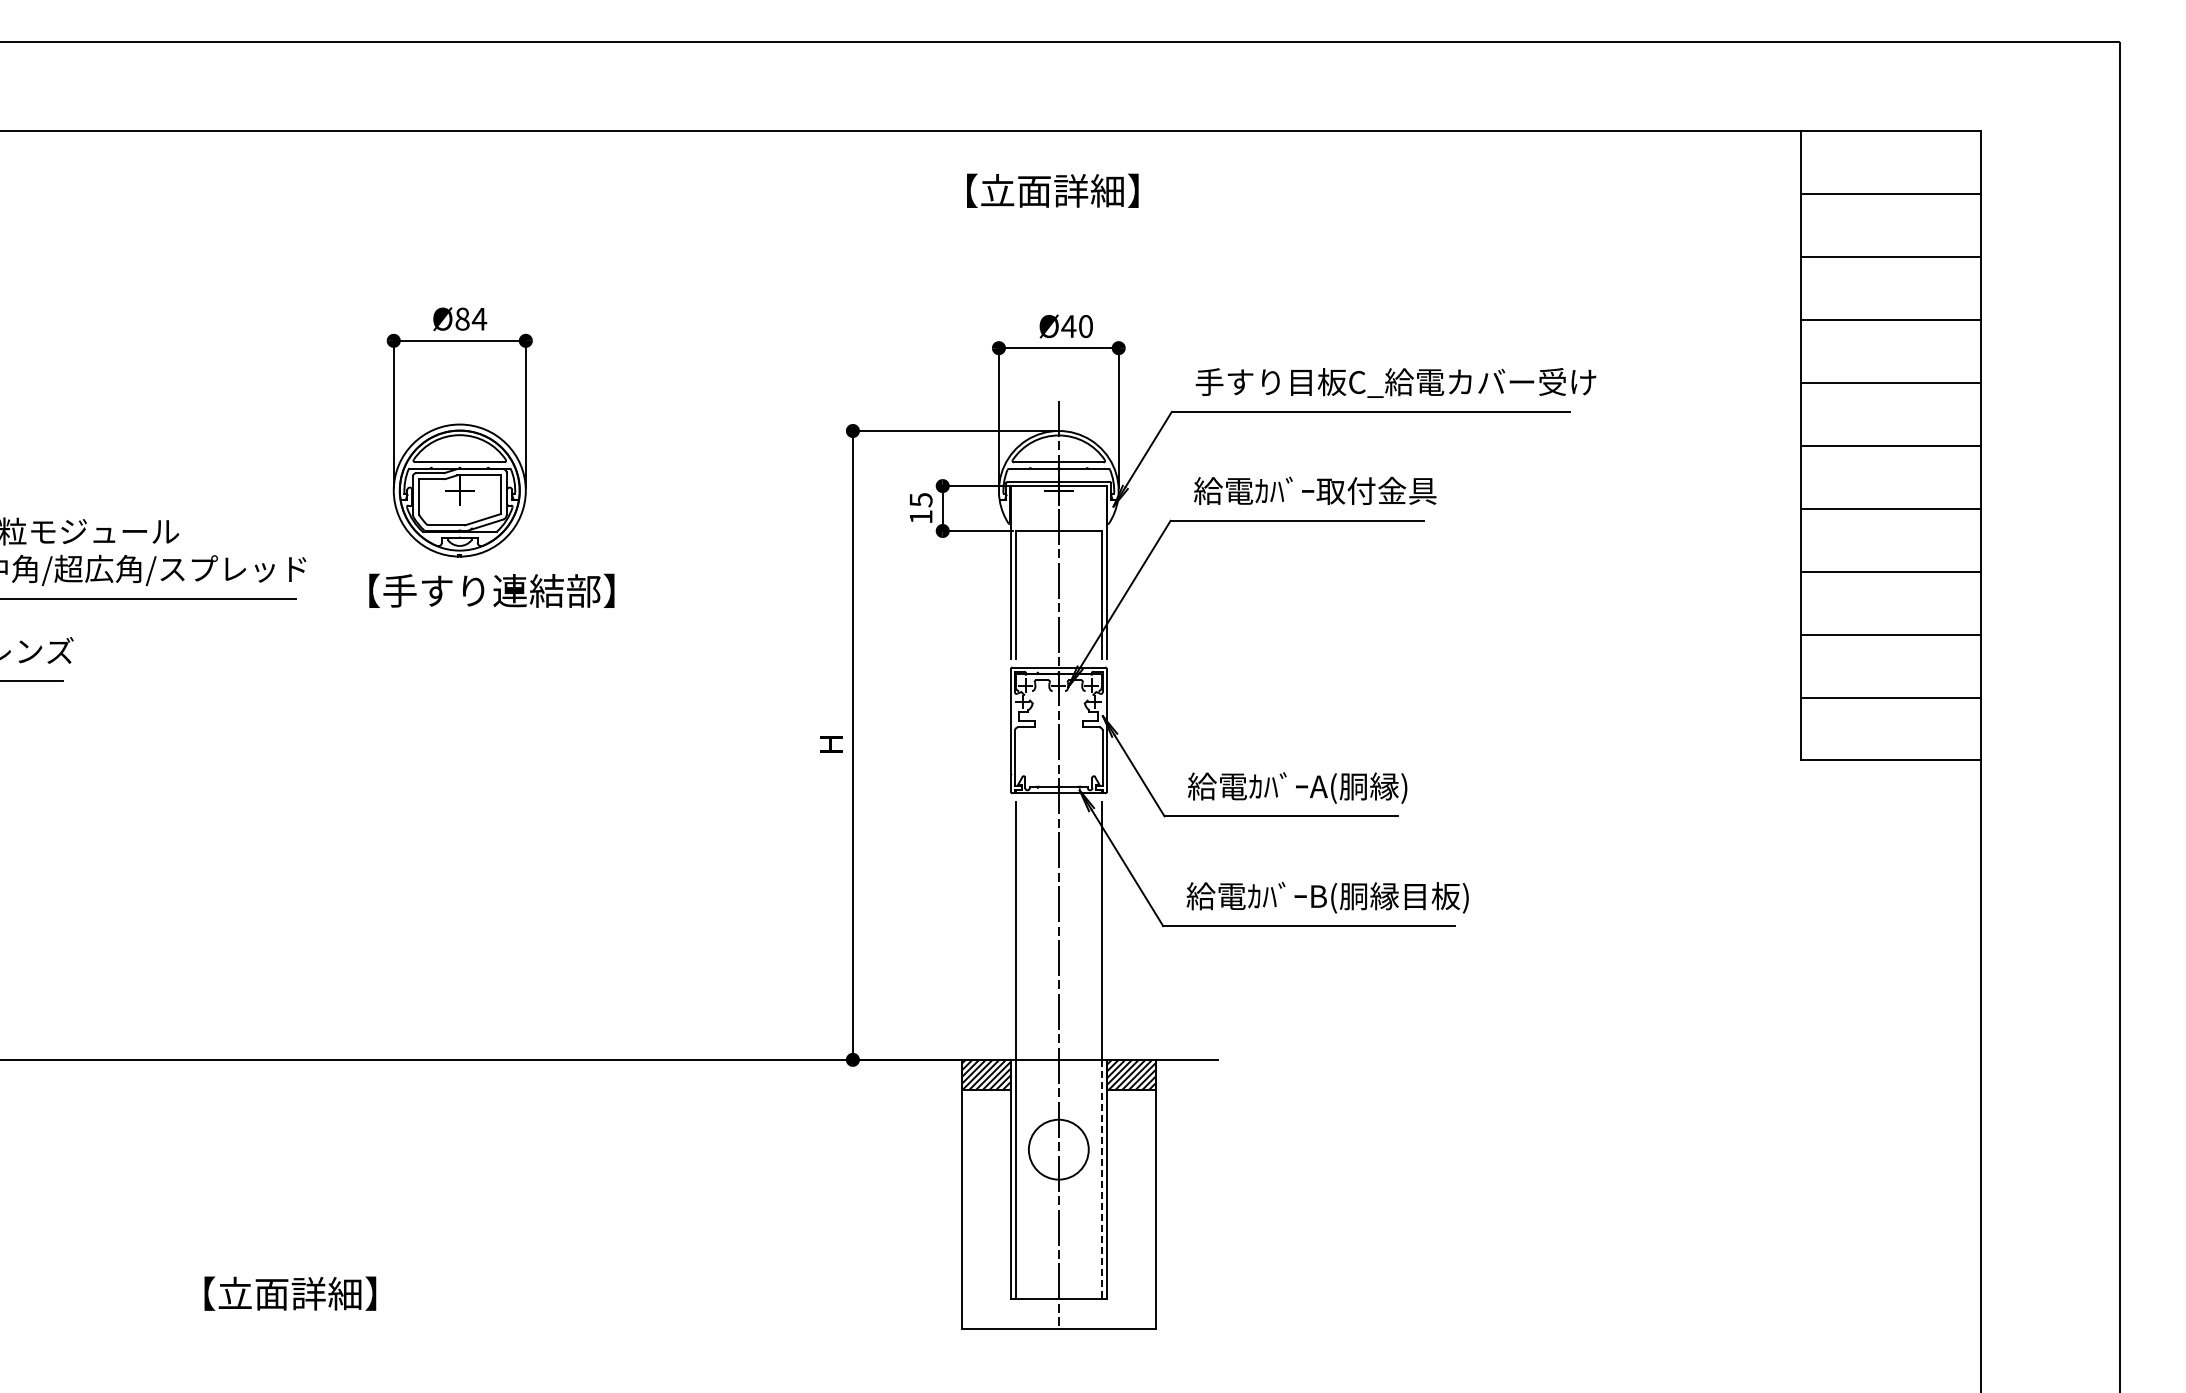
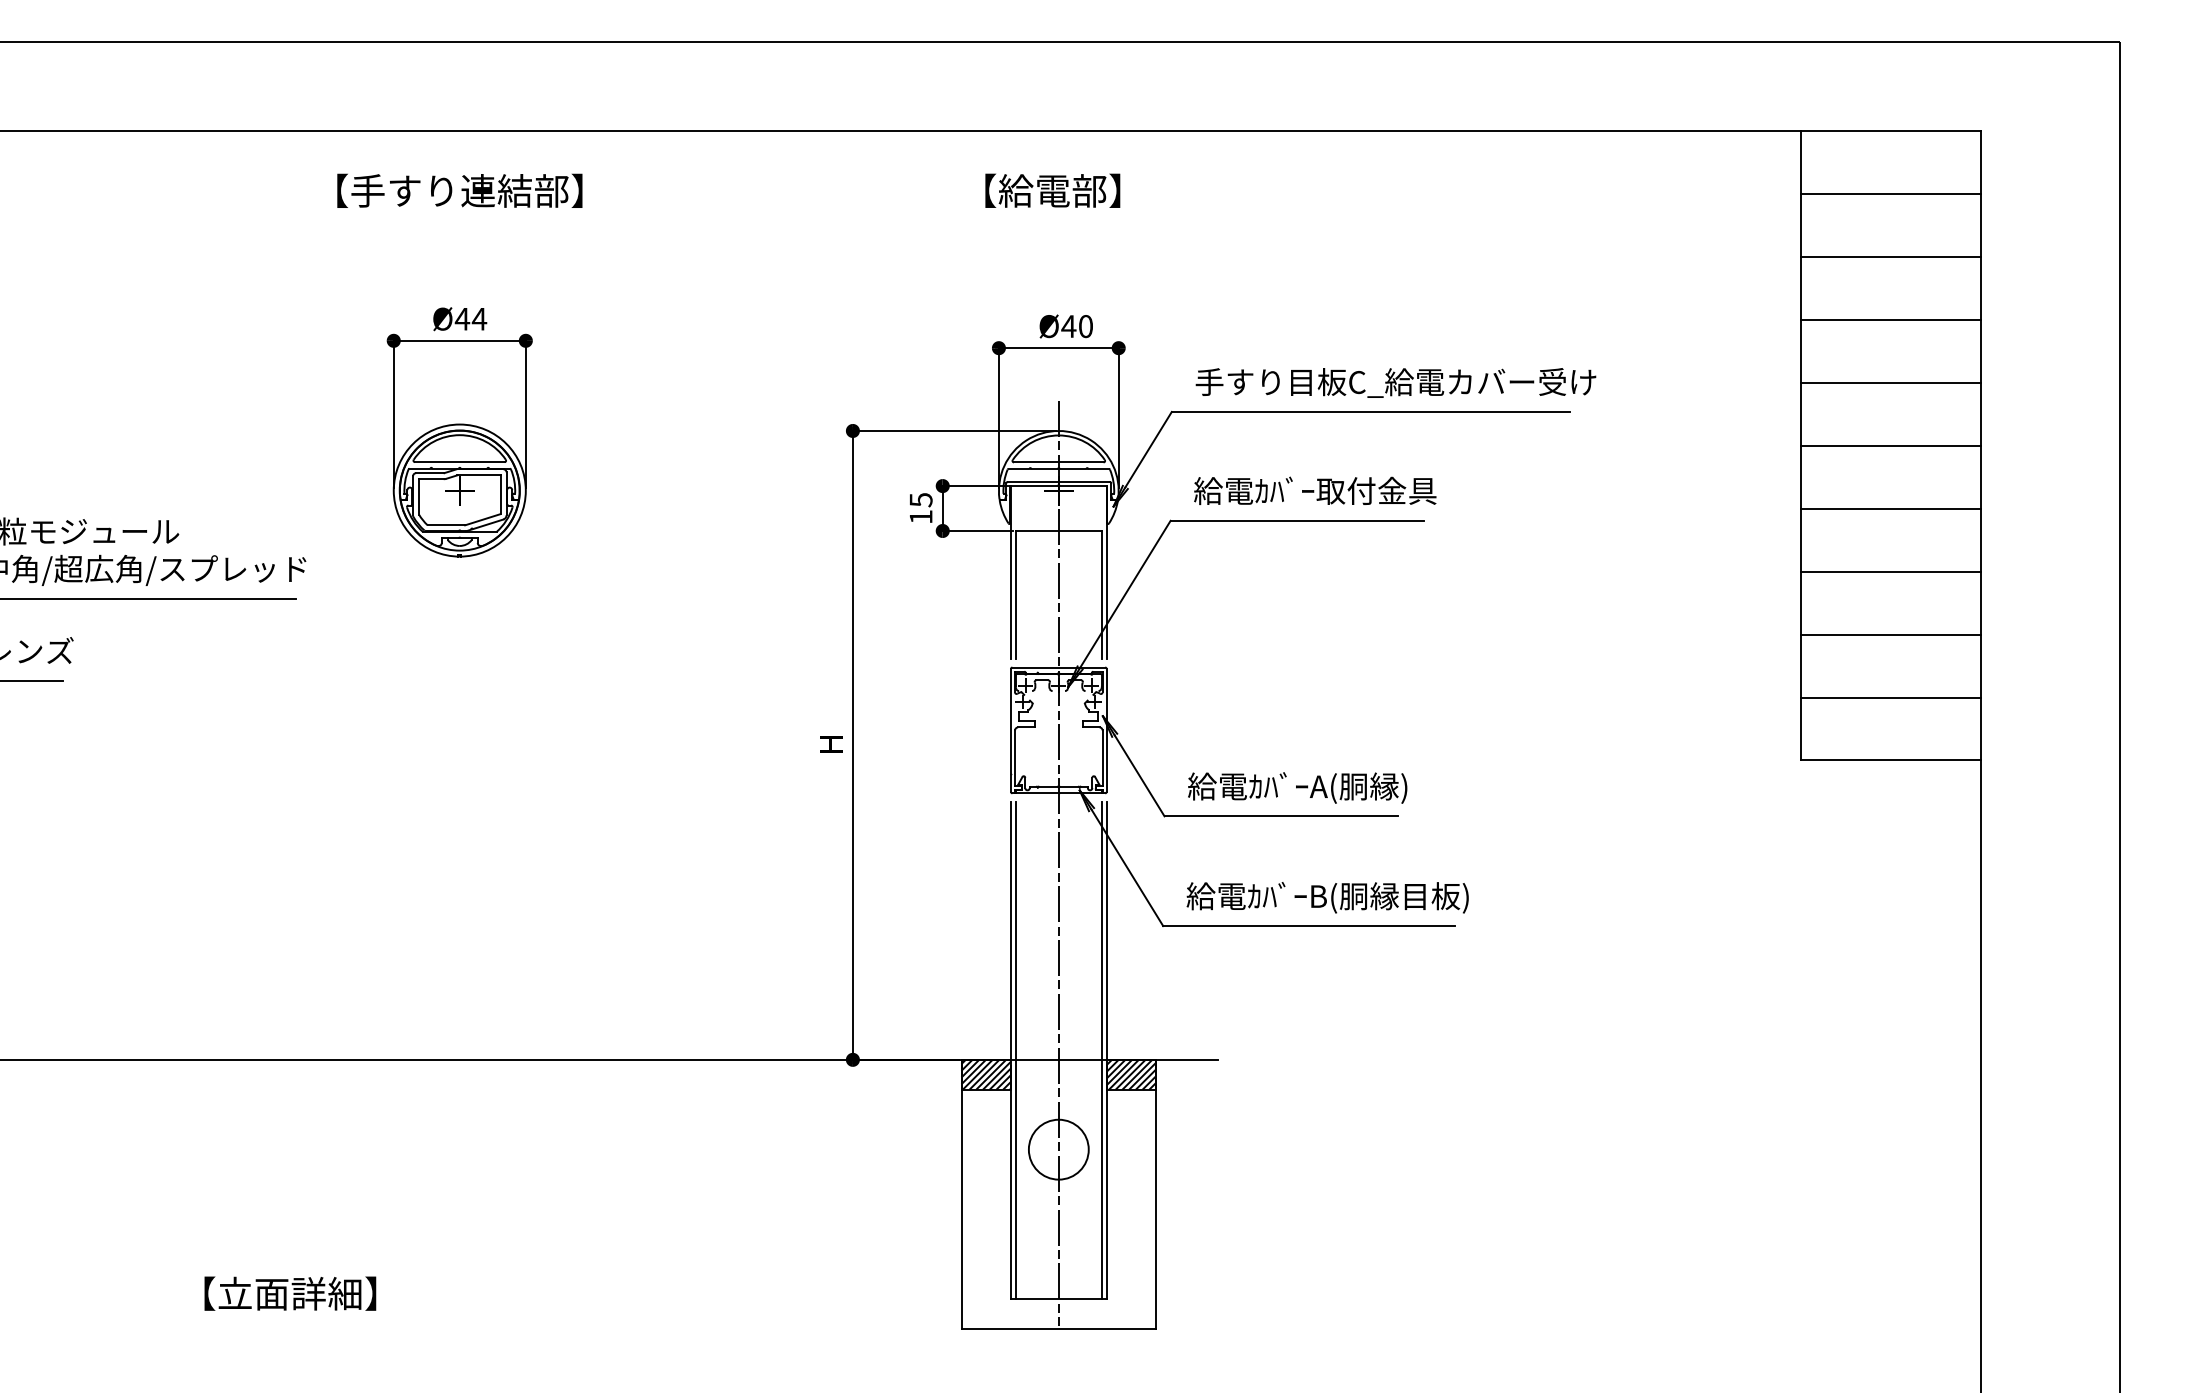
text at (1052, 190): 【立面詳細】 -> 【給電部】
text at (462, 318): Ø84 -> Ø44
text at (491, 590) position: (491, 590) -> (459, 190)
line at (1010, 930): none -> present
line at (1106, 930): none -> present
line at (1101, 1179): dashed -> solid
